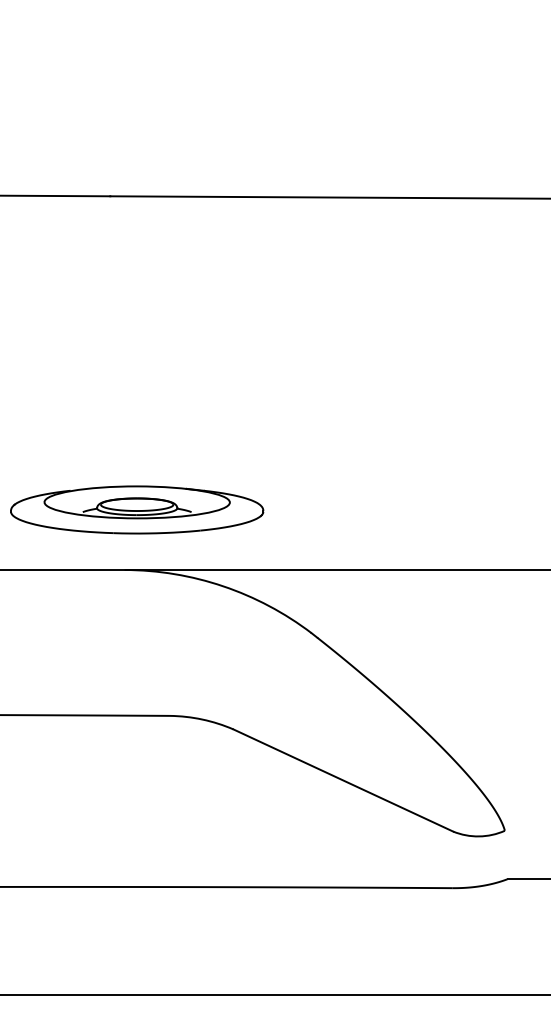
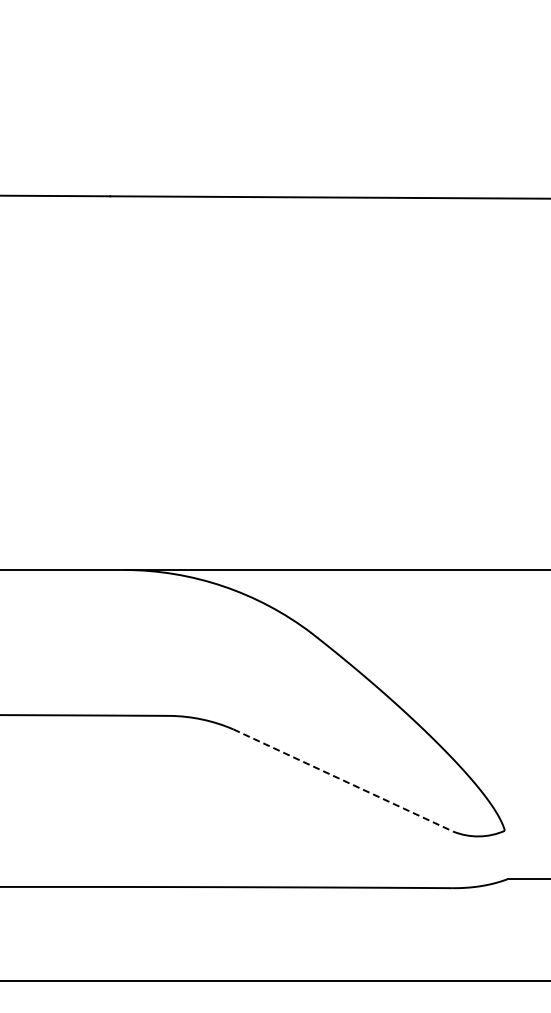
part at (137, 509): present -> none
line at (343, 780): solid -> dashed
line at (274, 995) position: (274, 995) -> (274, 981)
